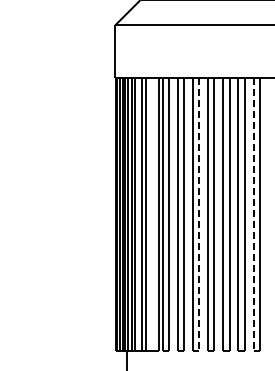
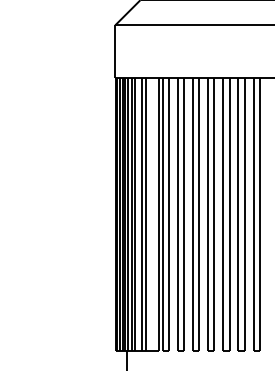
line at (199, 214): dashed -> solid
line at (253, 214): dashed -> solid
